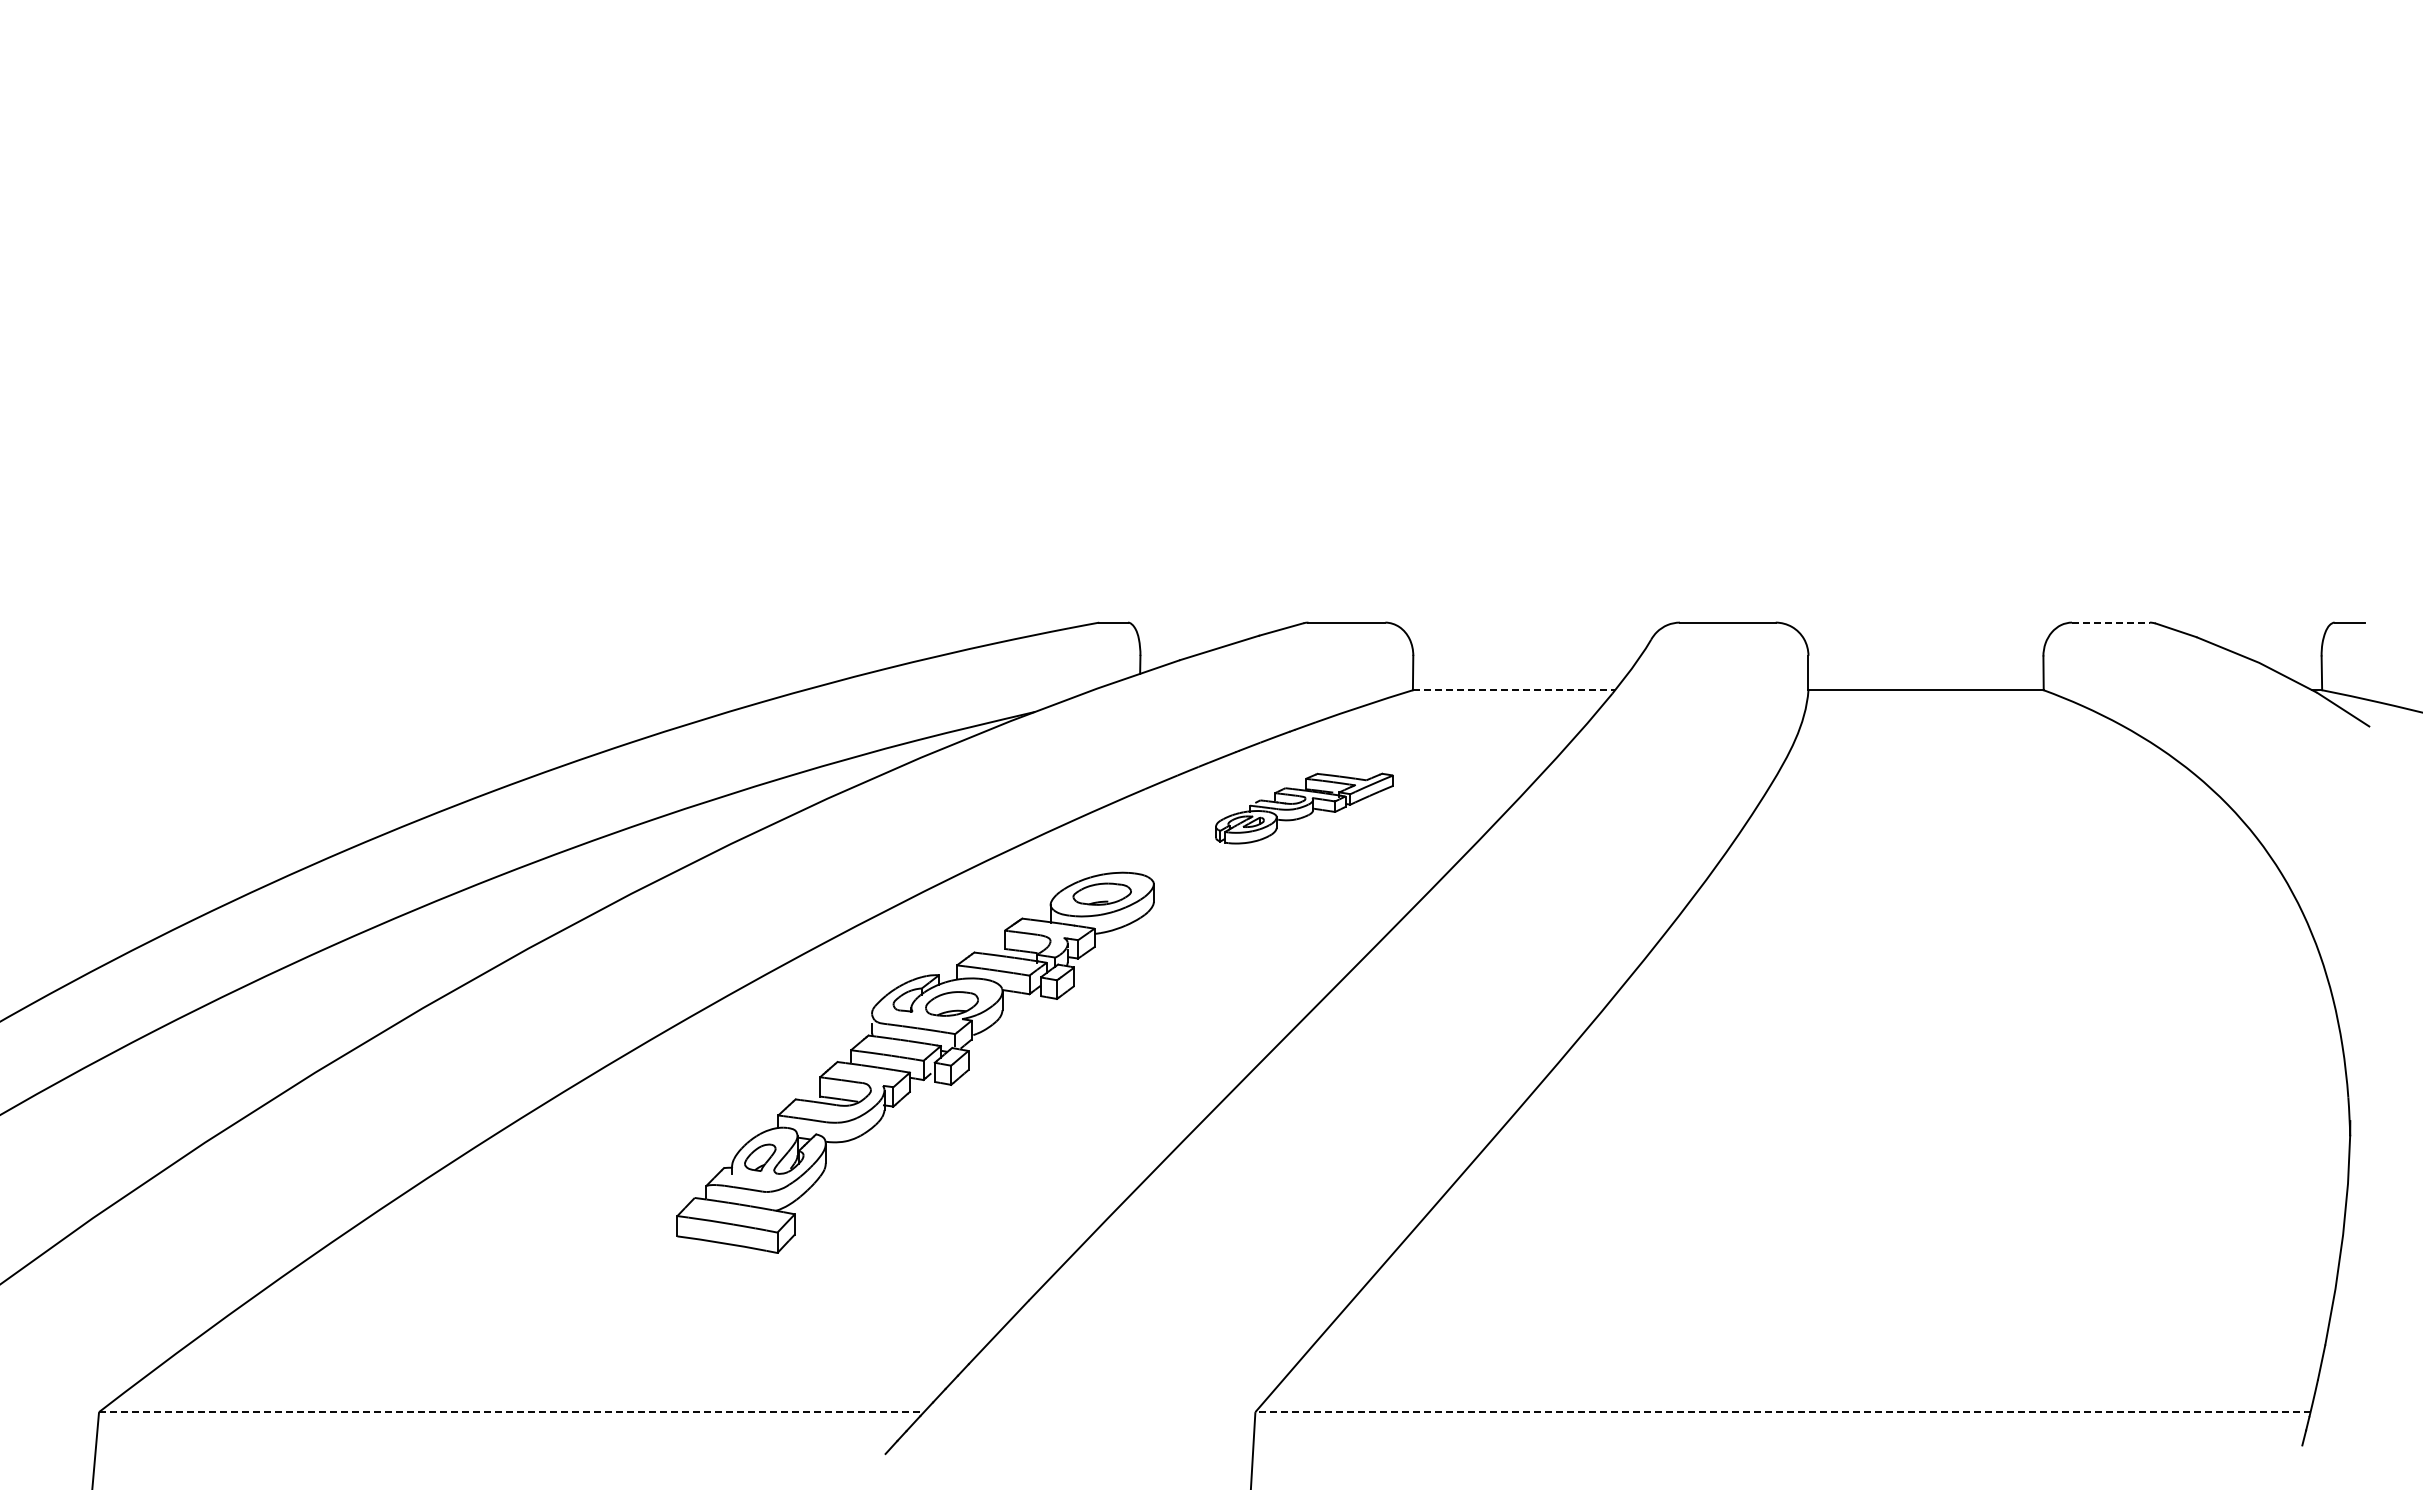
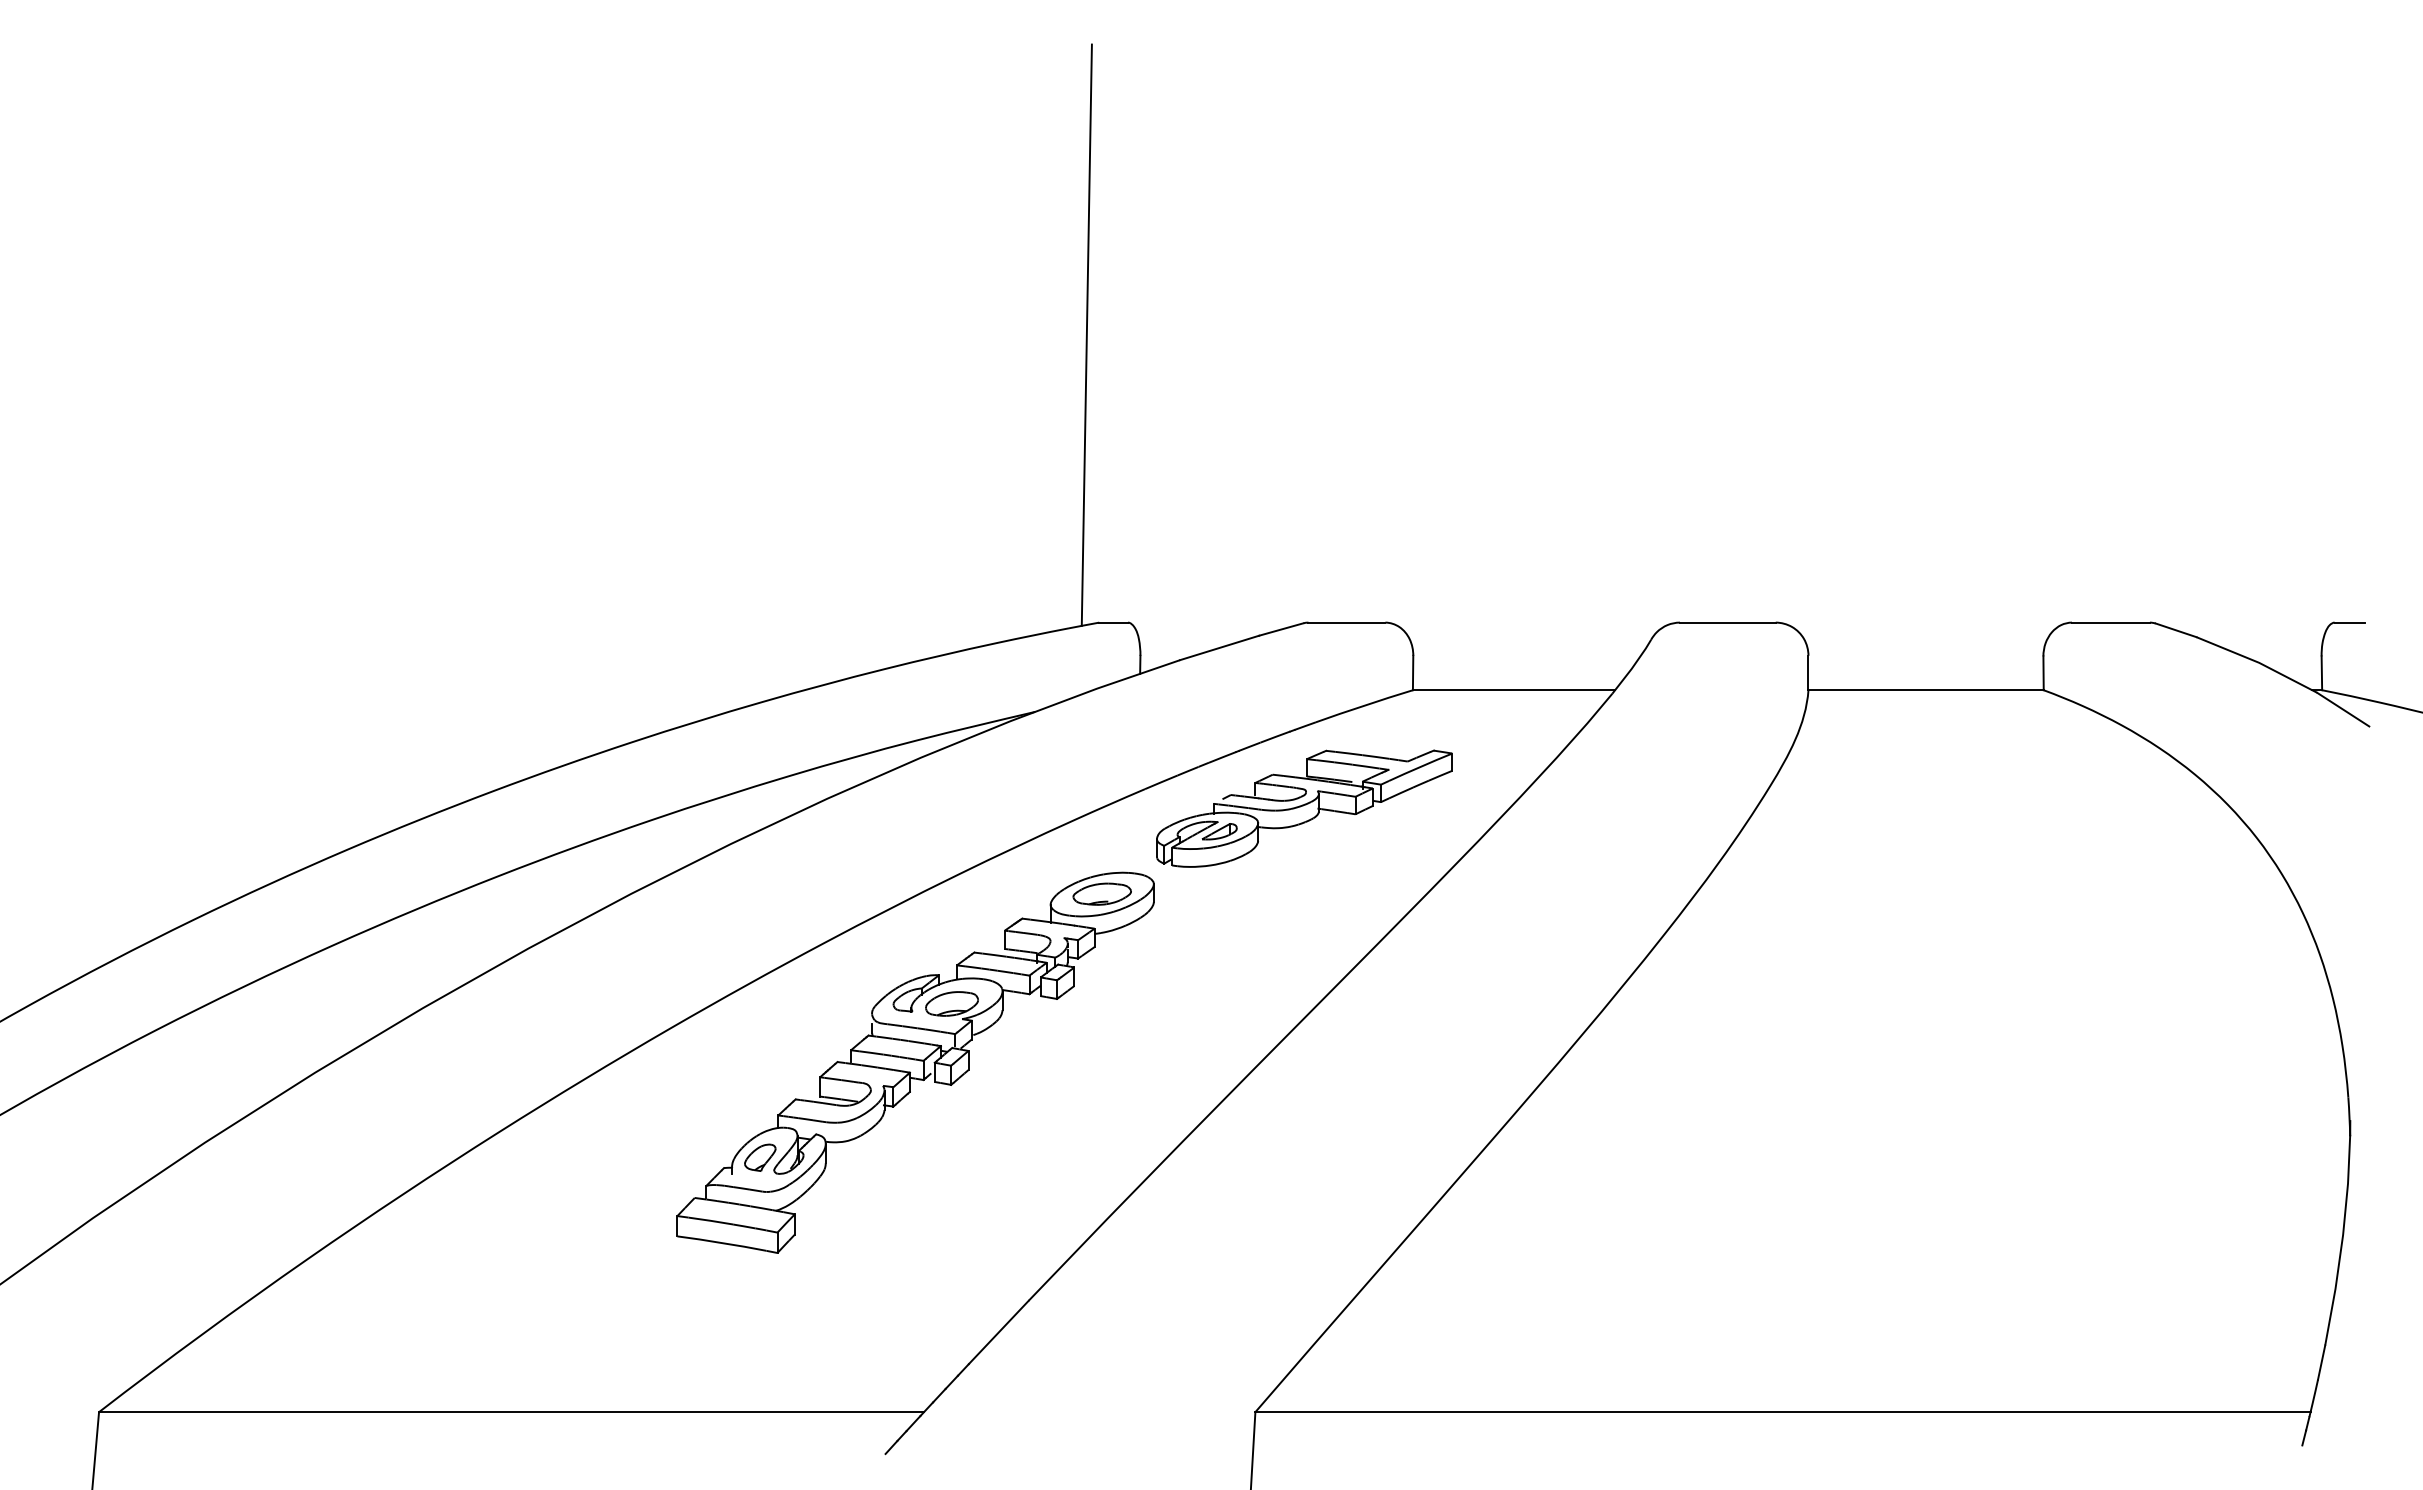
line at (1086, 334): none -> present
line at (2110, 622): dashed -> solid
line at (1514, 690): dashed -> solid
part at (1304, 808) size: 179x73 px -> 297x119 px
line at (511, 1412): dashed -> solid
line at (1782, 1412): dashed -> solid
